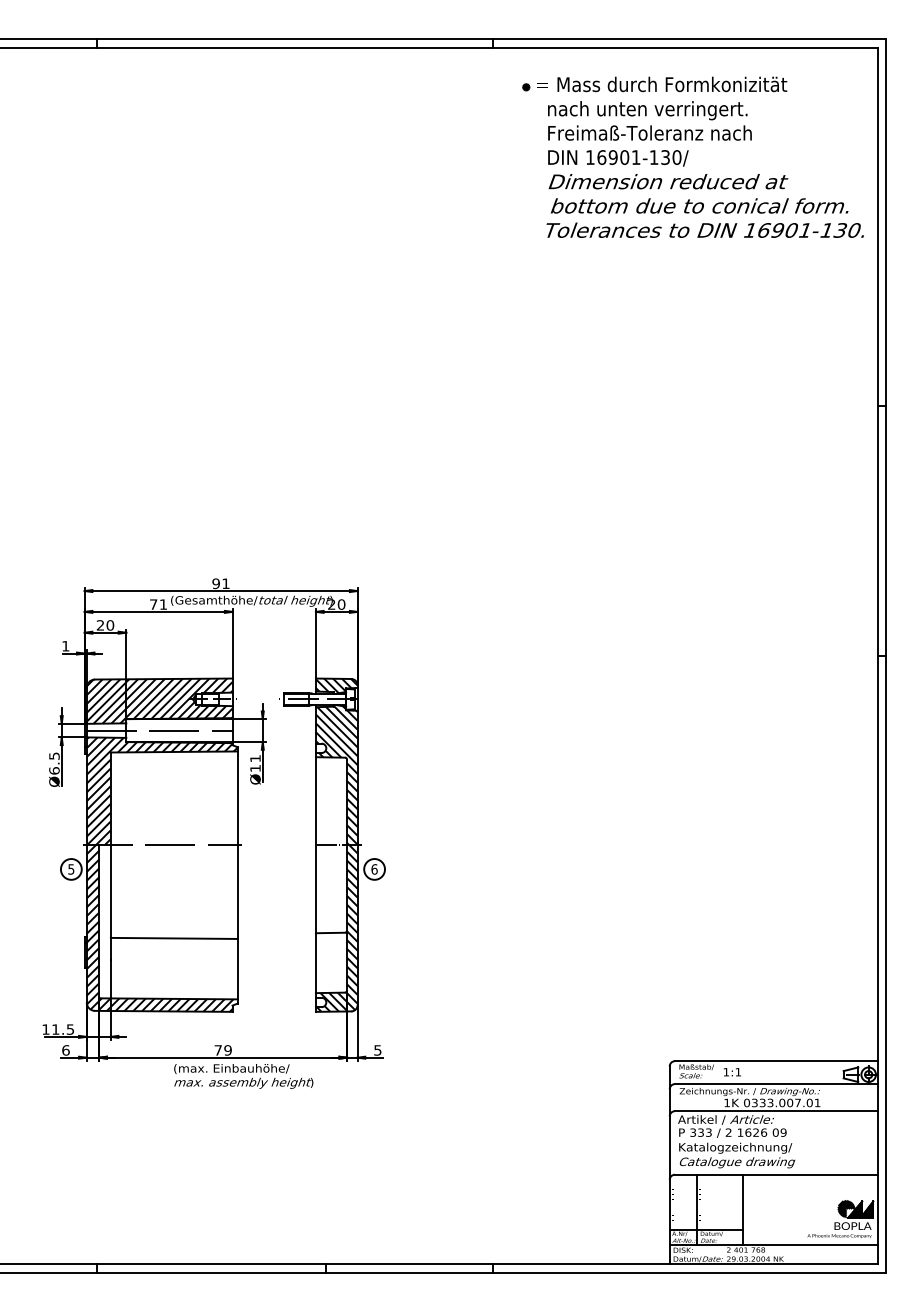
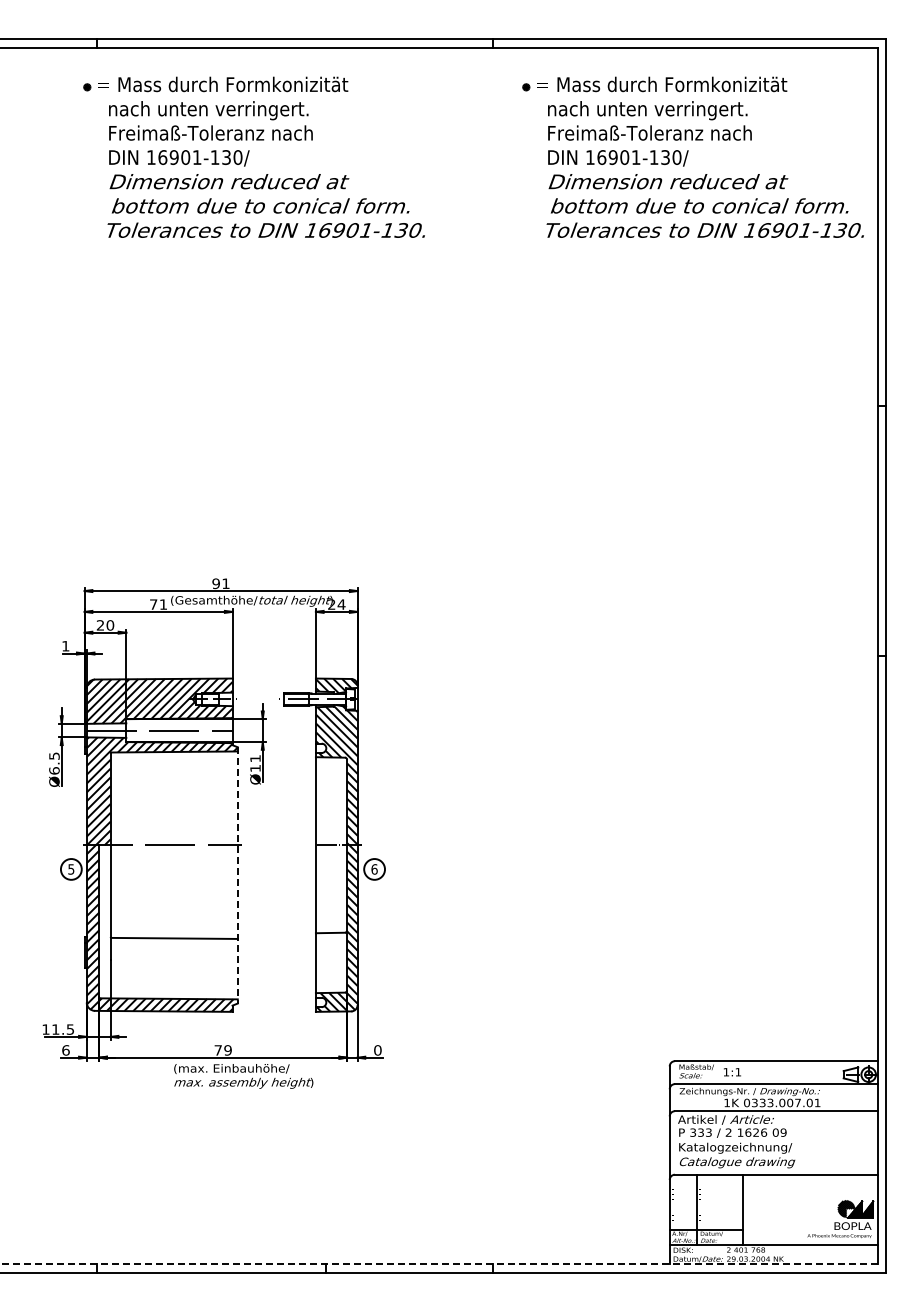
part at (253, 156): none -> present
text at (341, 604): 20 -> 24
line at (237, 875): solid -> dashed
text at (377, 1050): 5 -> 0
line at (439, 1264): solid -> dashed
